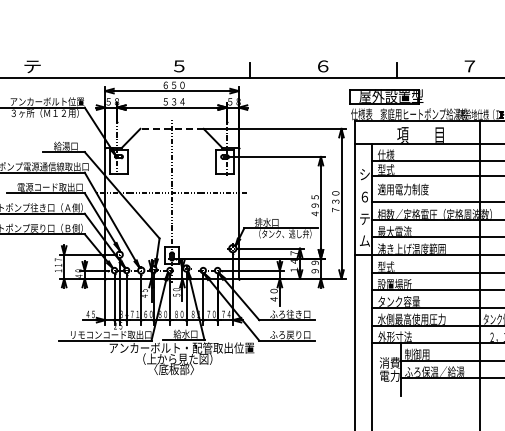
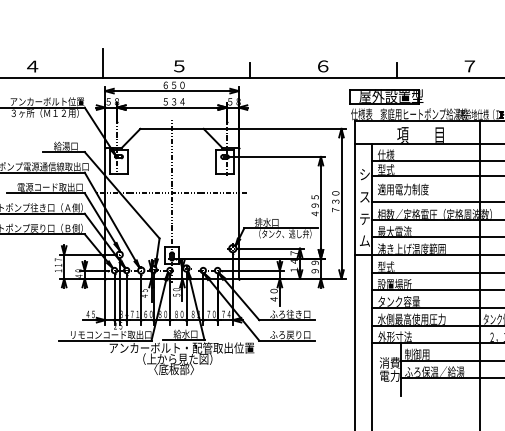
line at (103, 63): none -> present
text at (32, 66): テ -> ４
line at (172, 128): dashed -> solid
text at (364, 196): ６ -> ス
